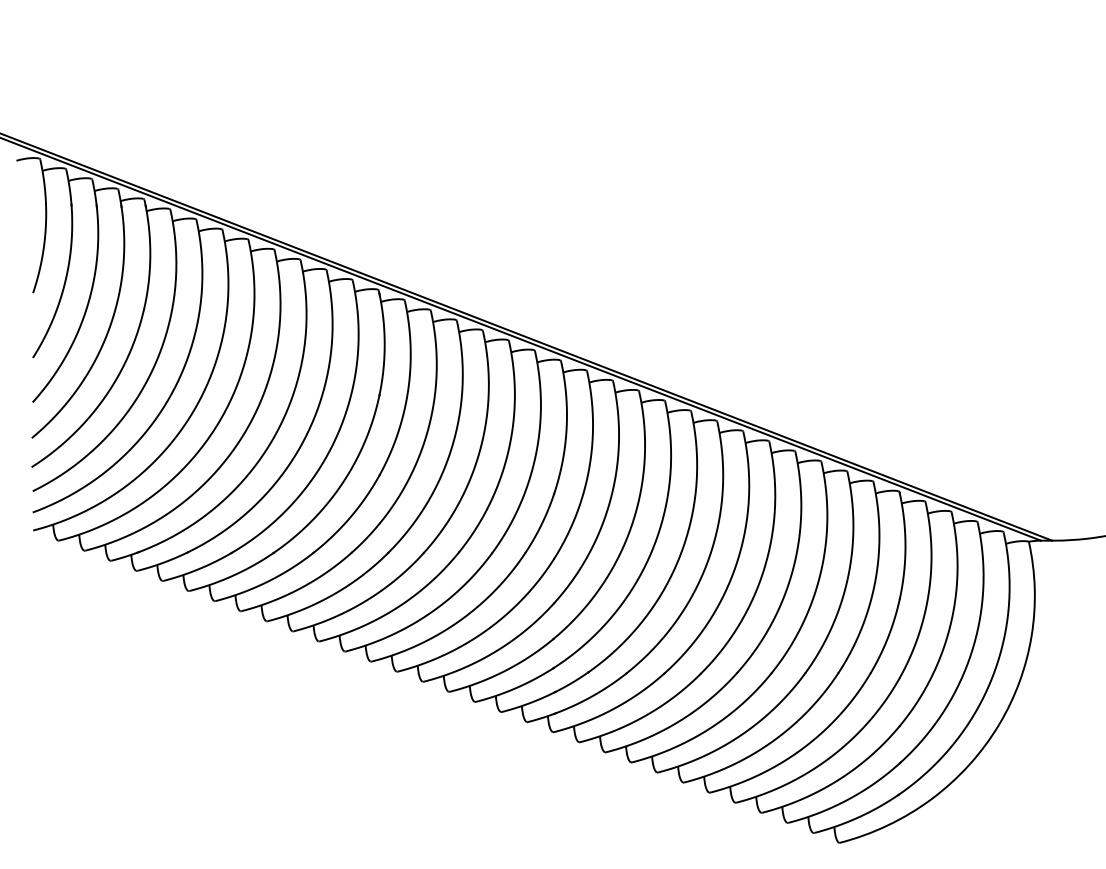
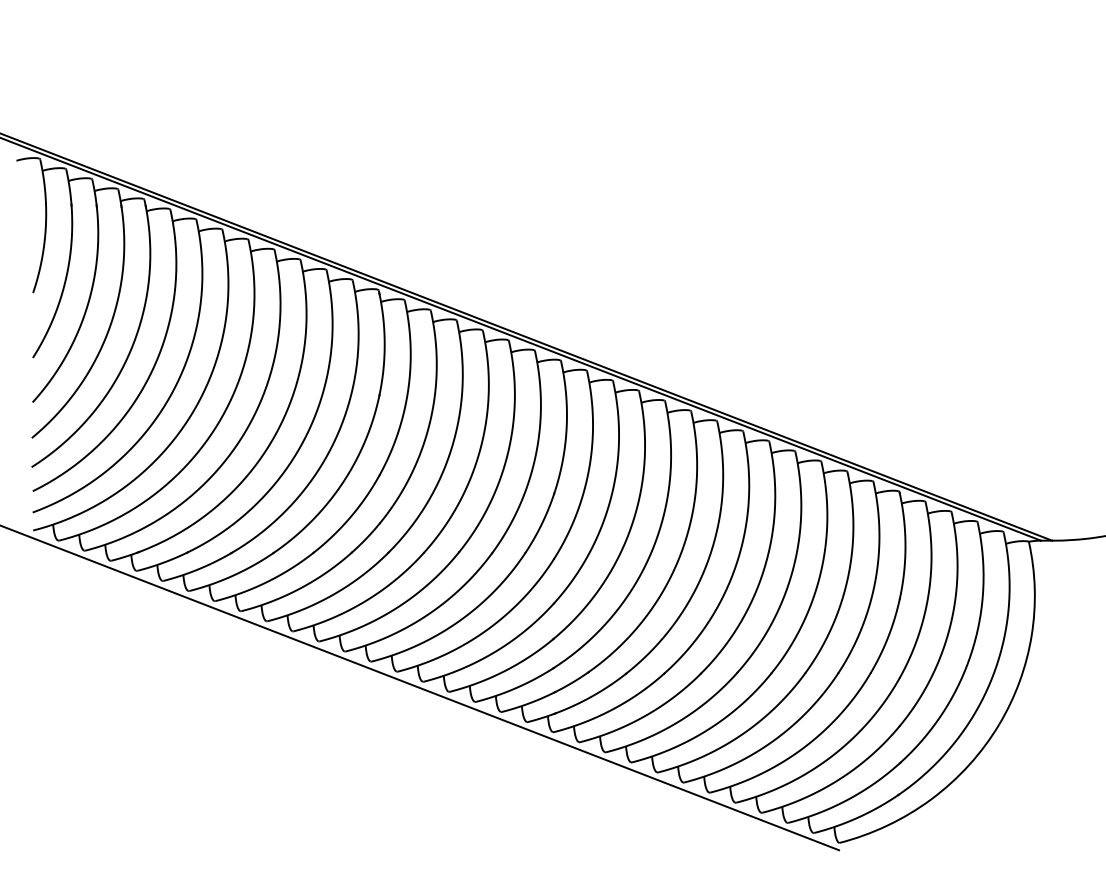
line at (420, 688): none -> present
